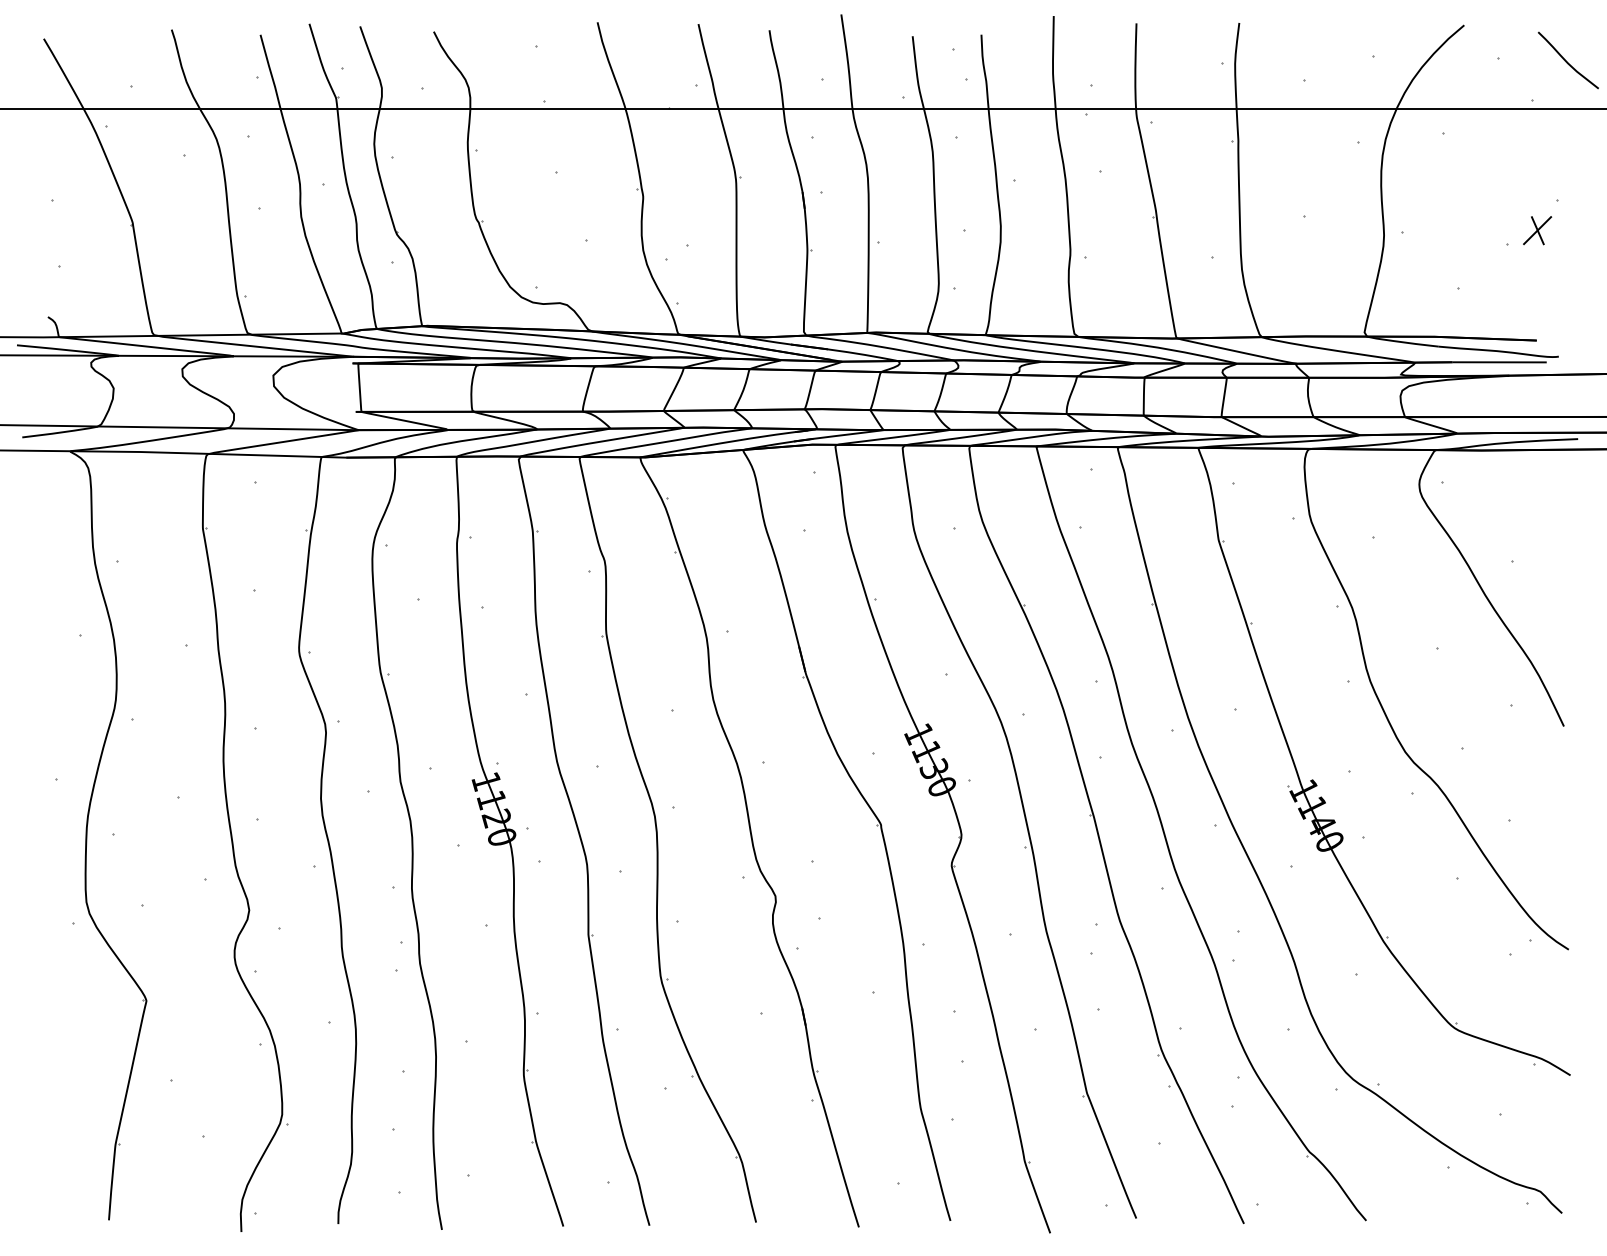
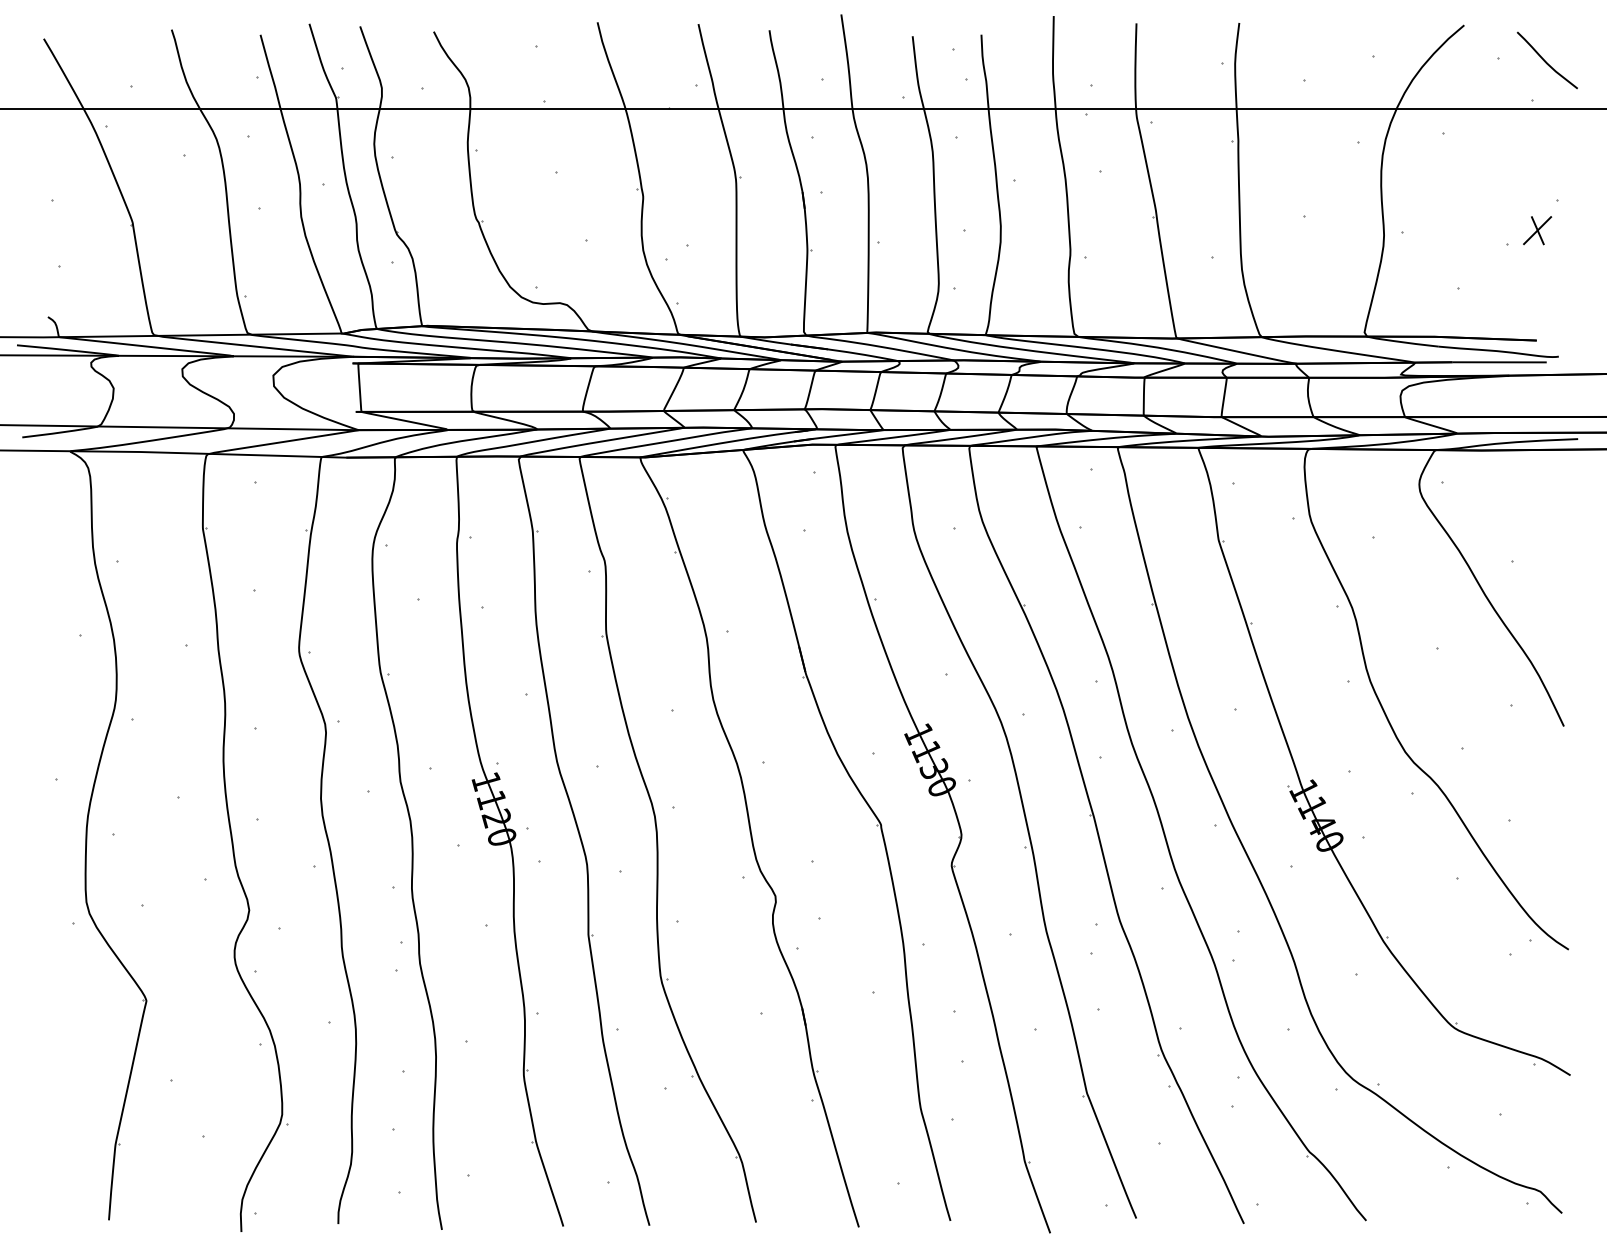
curve at (1566, 60) position: (1566, 60) -> (1545, 60)
